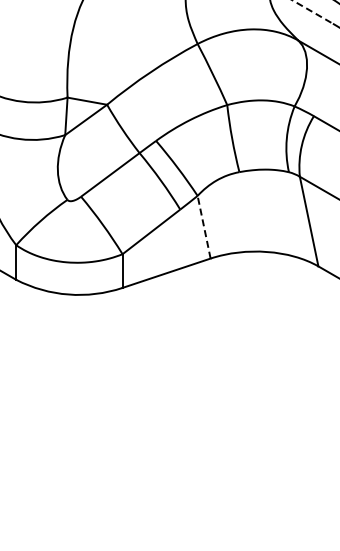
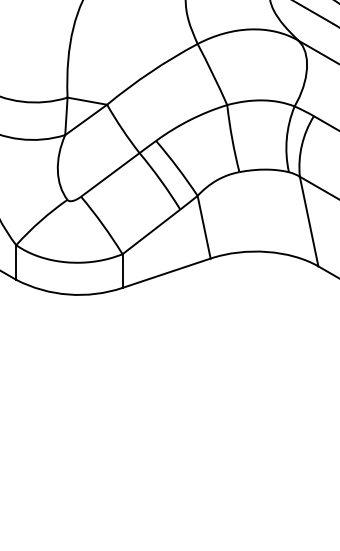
line at (313, 12): dashed -> solid
line at (204, 226): dashed -> solid
